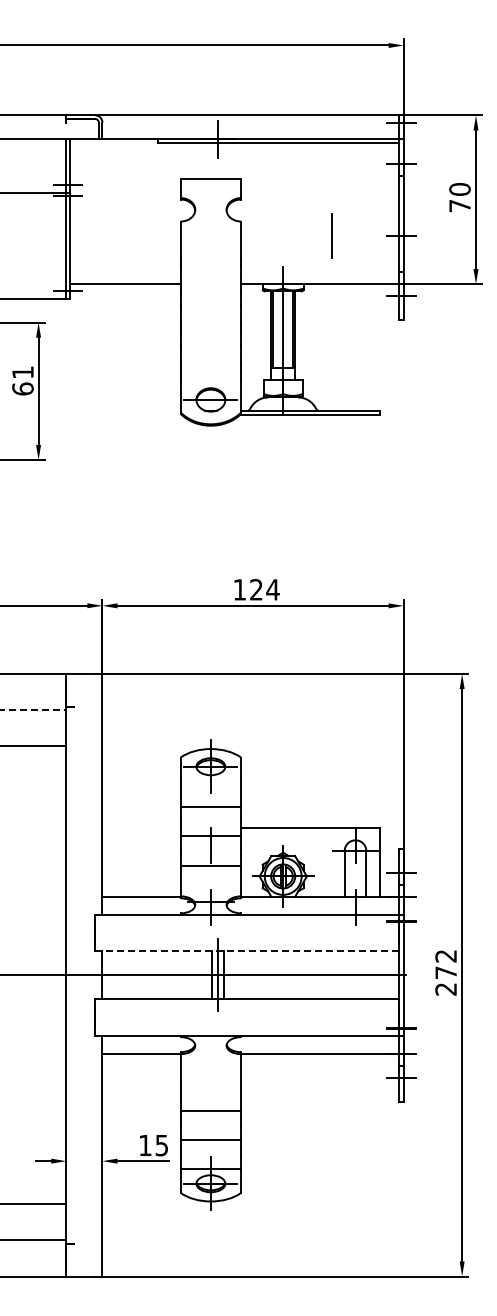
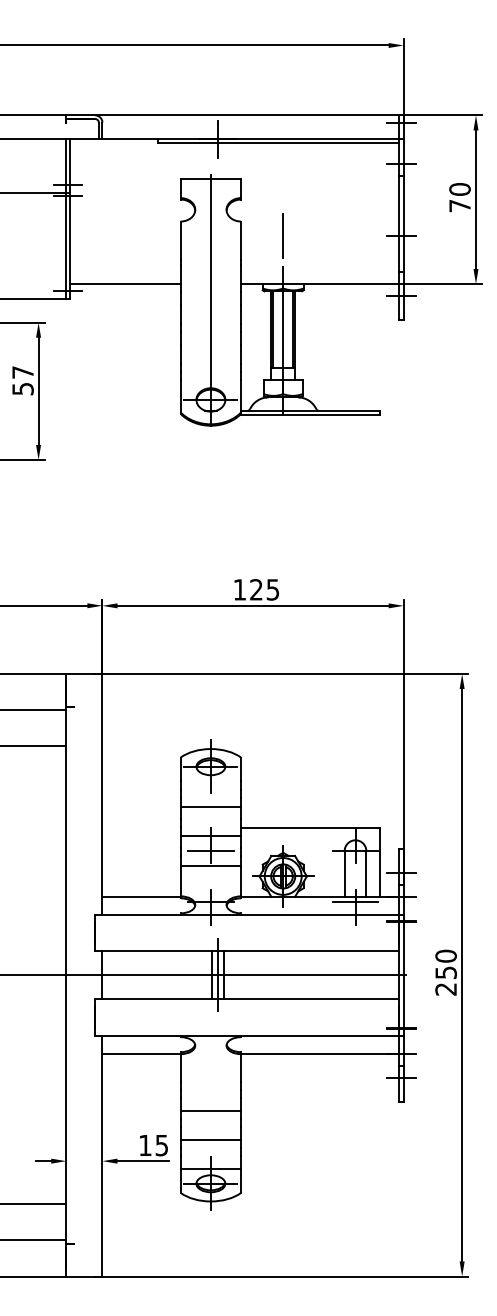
line at (331, 235) position: (331, 235) -> (282, 235)
line at (210, 300): none -> present
text at (22, 380): 61 -> 57
text at (272, 589): 124 -> 125
line at (33, 710): dashed -> solid
line at (210, 851): none -> present
line at (355, 901): none -> present
line at (250, 951): dashed -> solid
text at (445, 963): 272 -> 250
